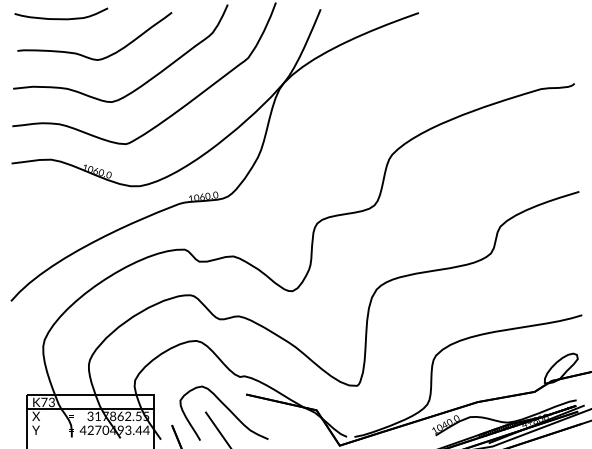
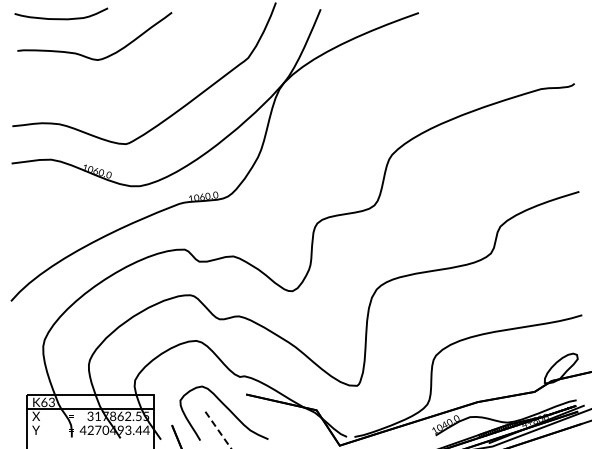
curve at (144, 82): present -> none
text at (44, 402): K73 -> K63
line at (218, 430): solid -> dashed
